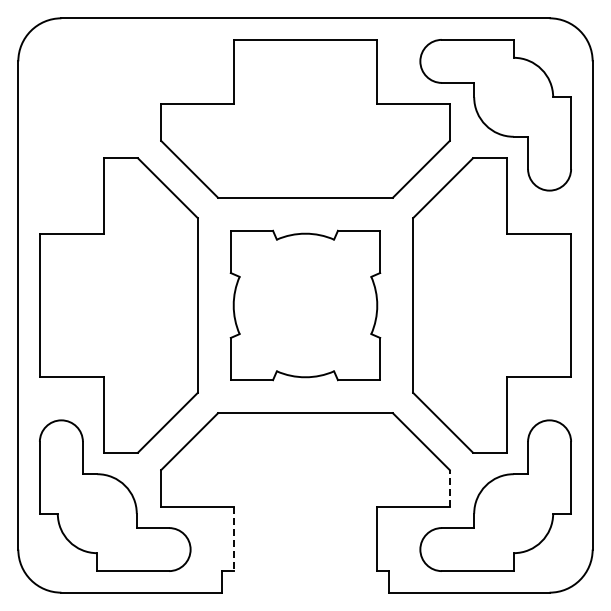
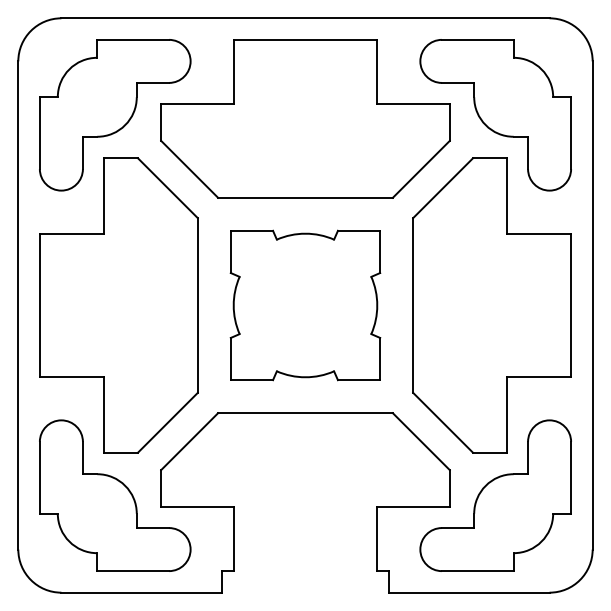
part at (115, 115): none -> present
line at (449, 487): dashed -> solid
line at (233, 539): dashed -> solid
